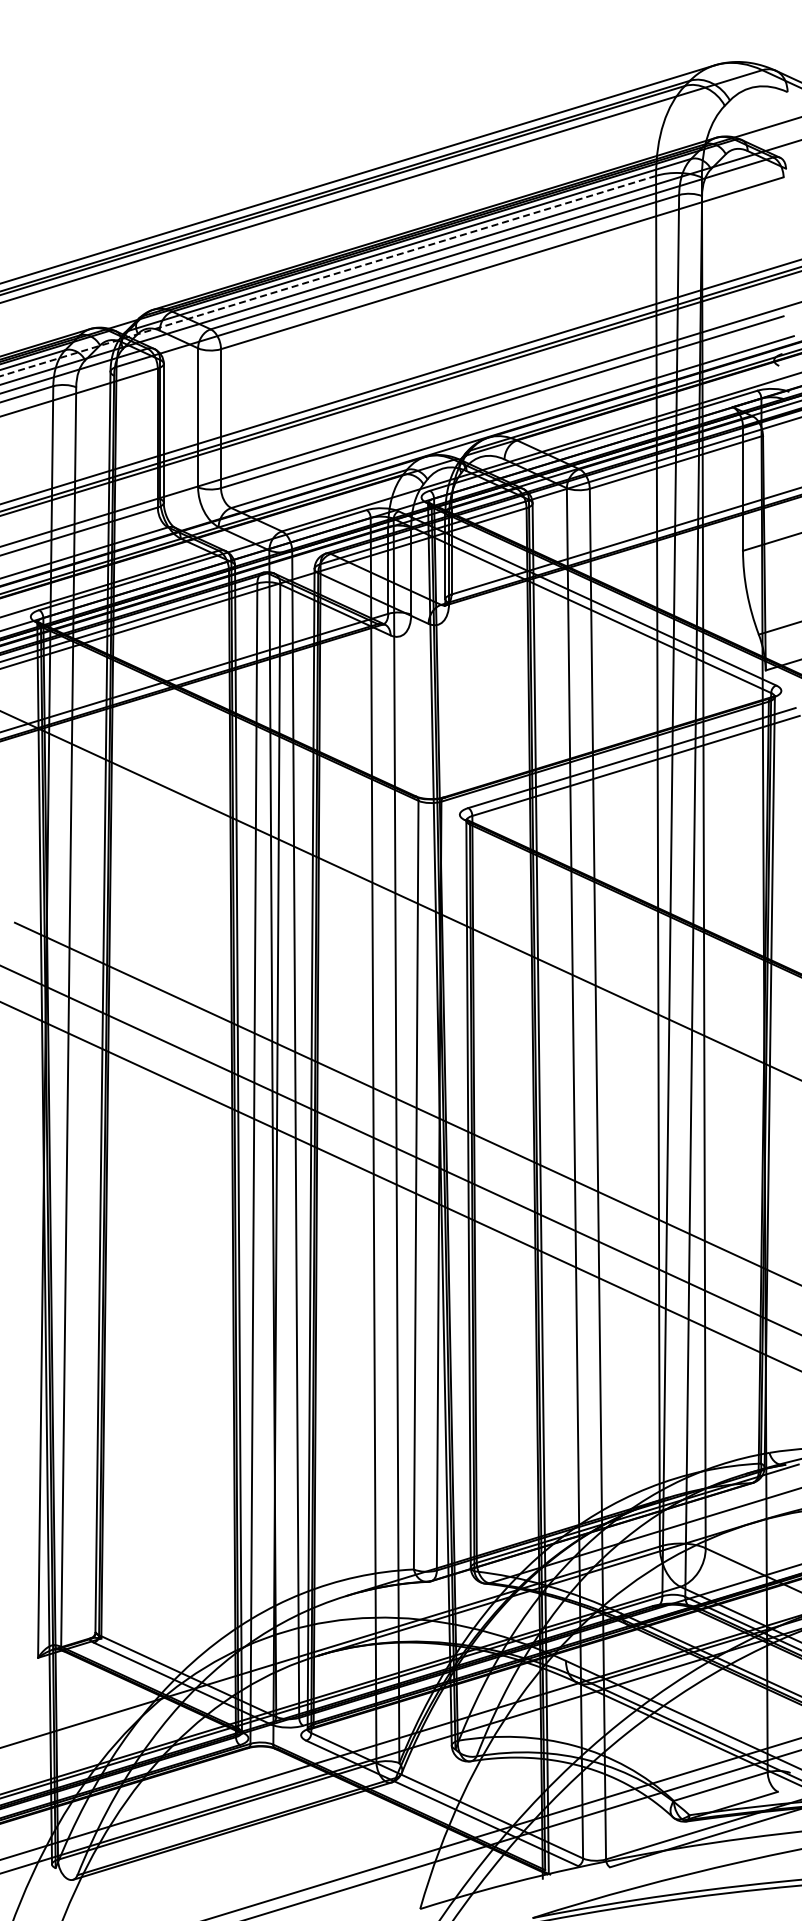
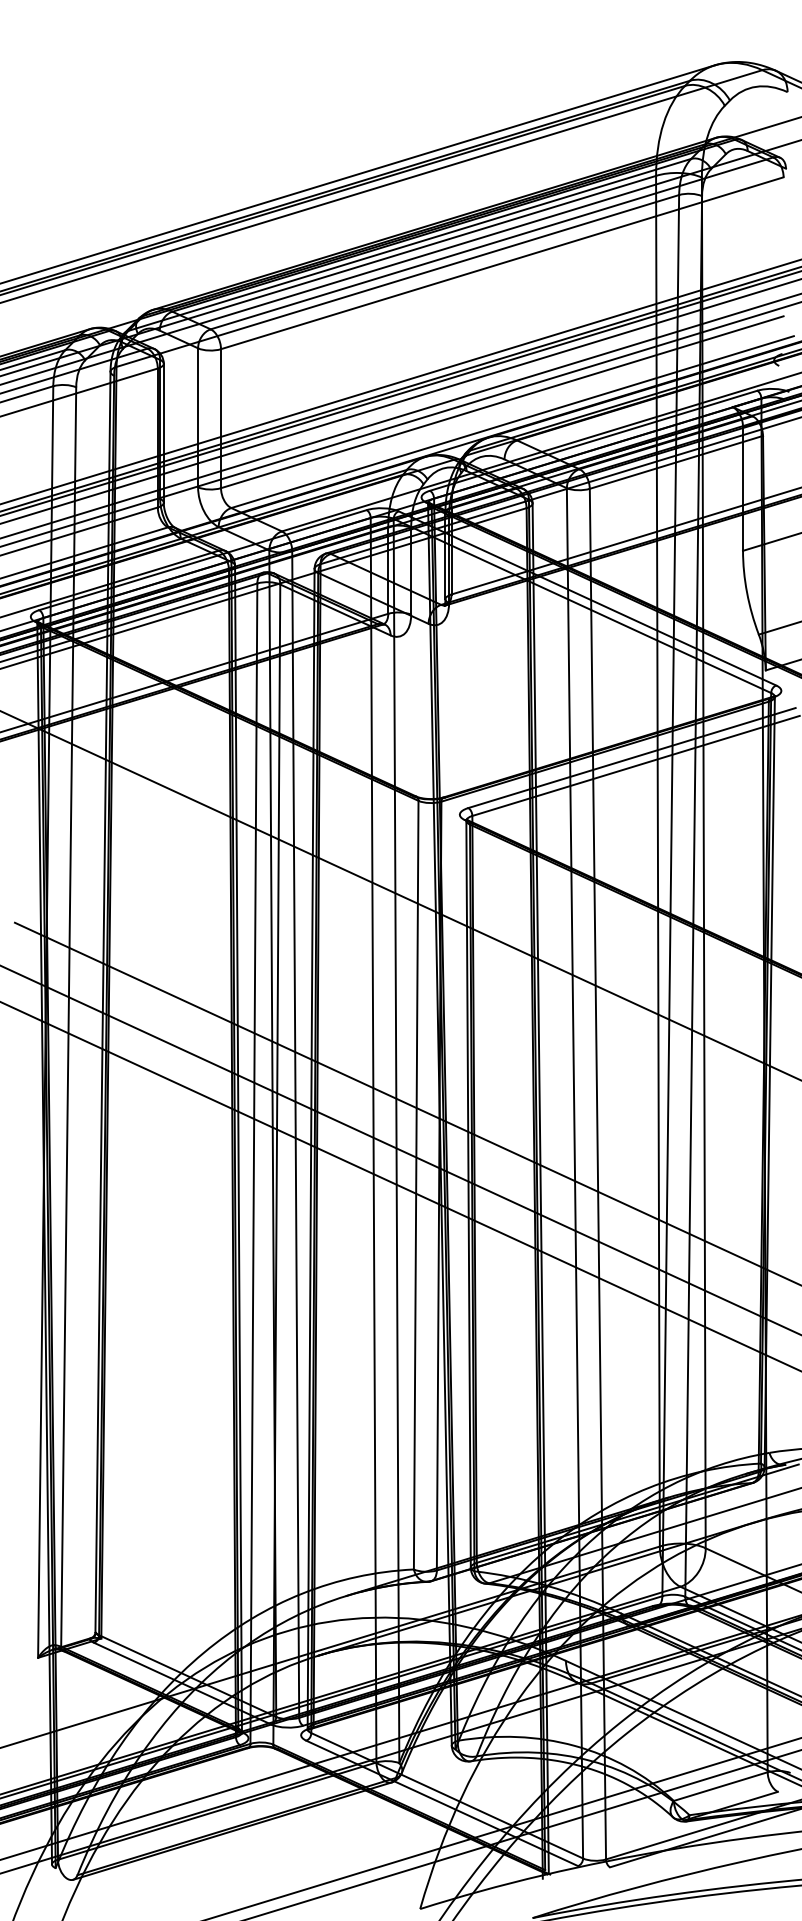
line at (328, 276): dashed -> solid
line at (400, 401): none -> present
line at (400, 415): none -> present
